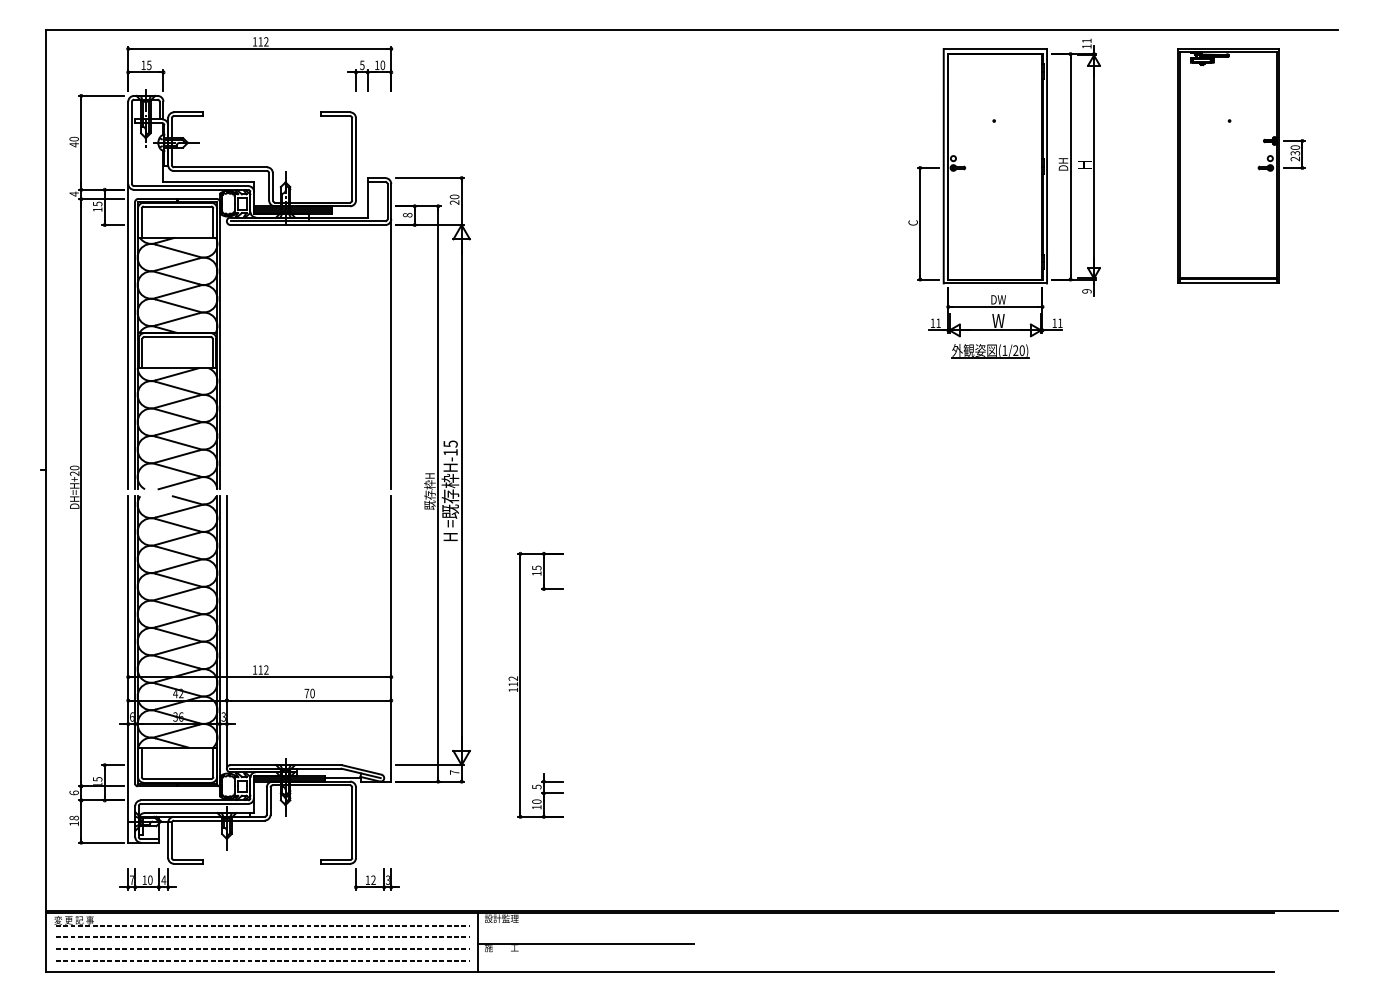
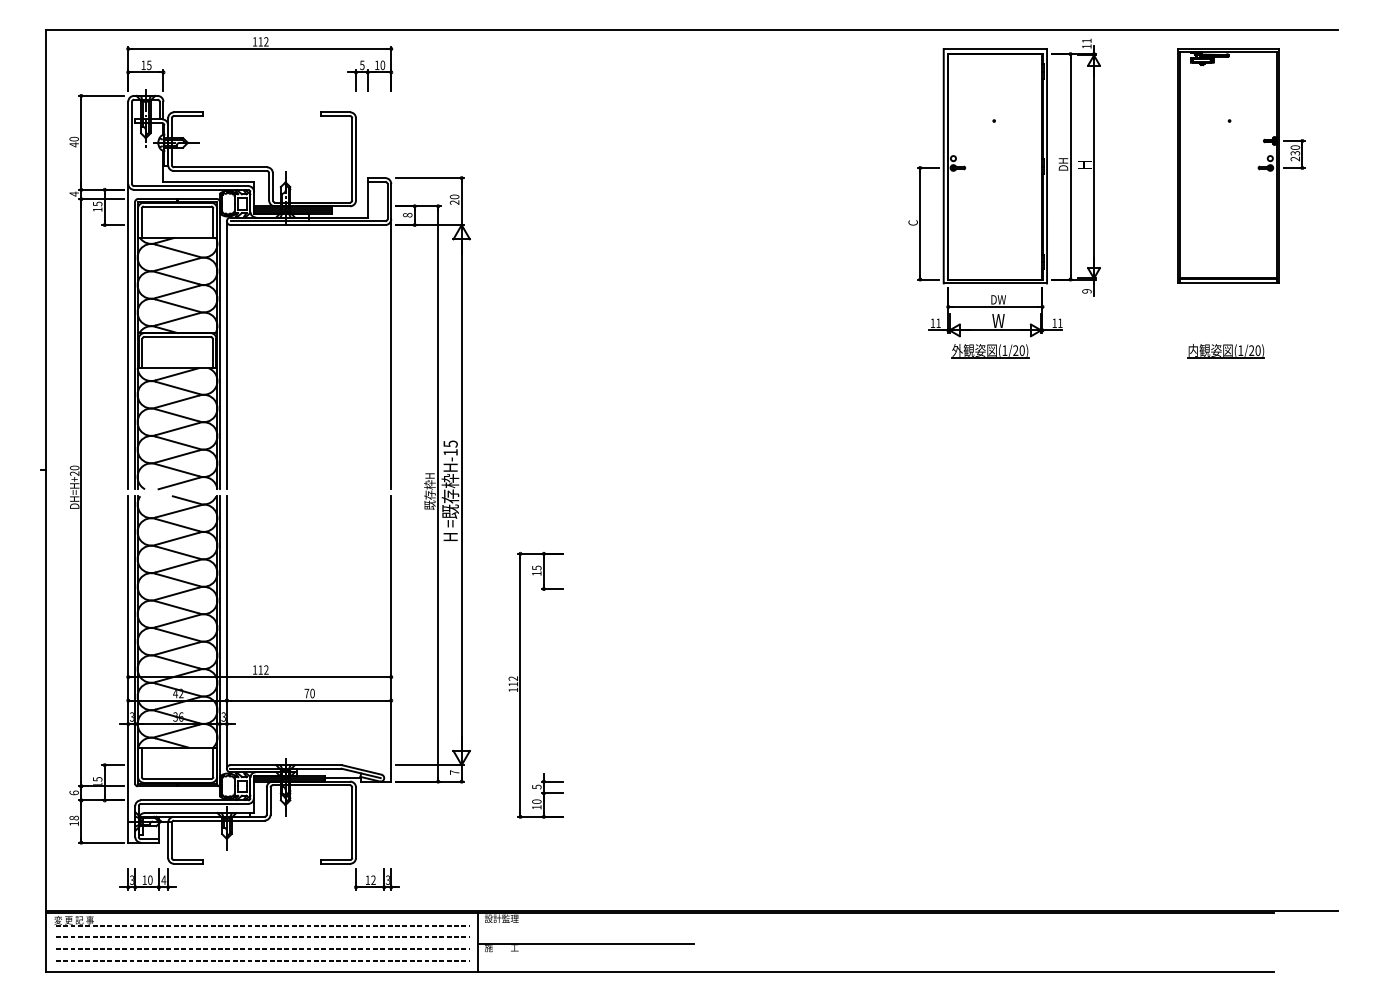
part at (1225, 350): none -> present
line at (226, 355): none -> present
text at (131, 716): 6 -> 3
text at (131, 879): 7 -> 3
